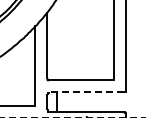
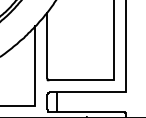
line at (86, 92): dashed -> solid
line at (72, 117): dashed -> solid
